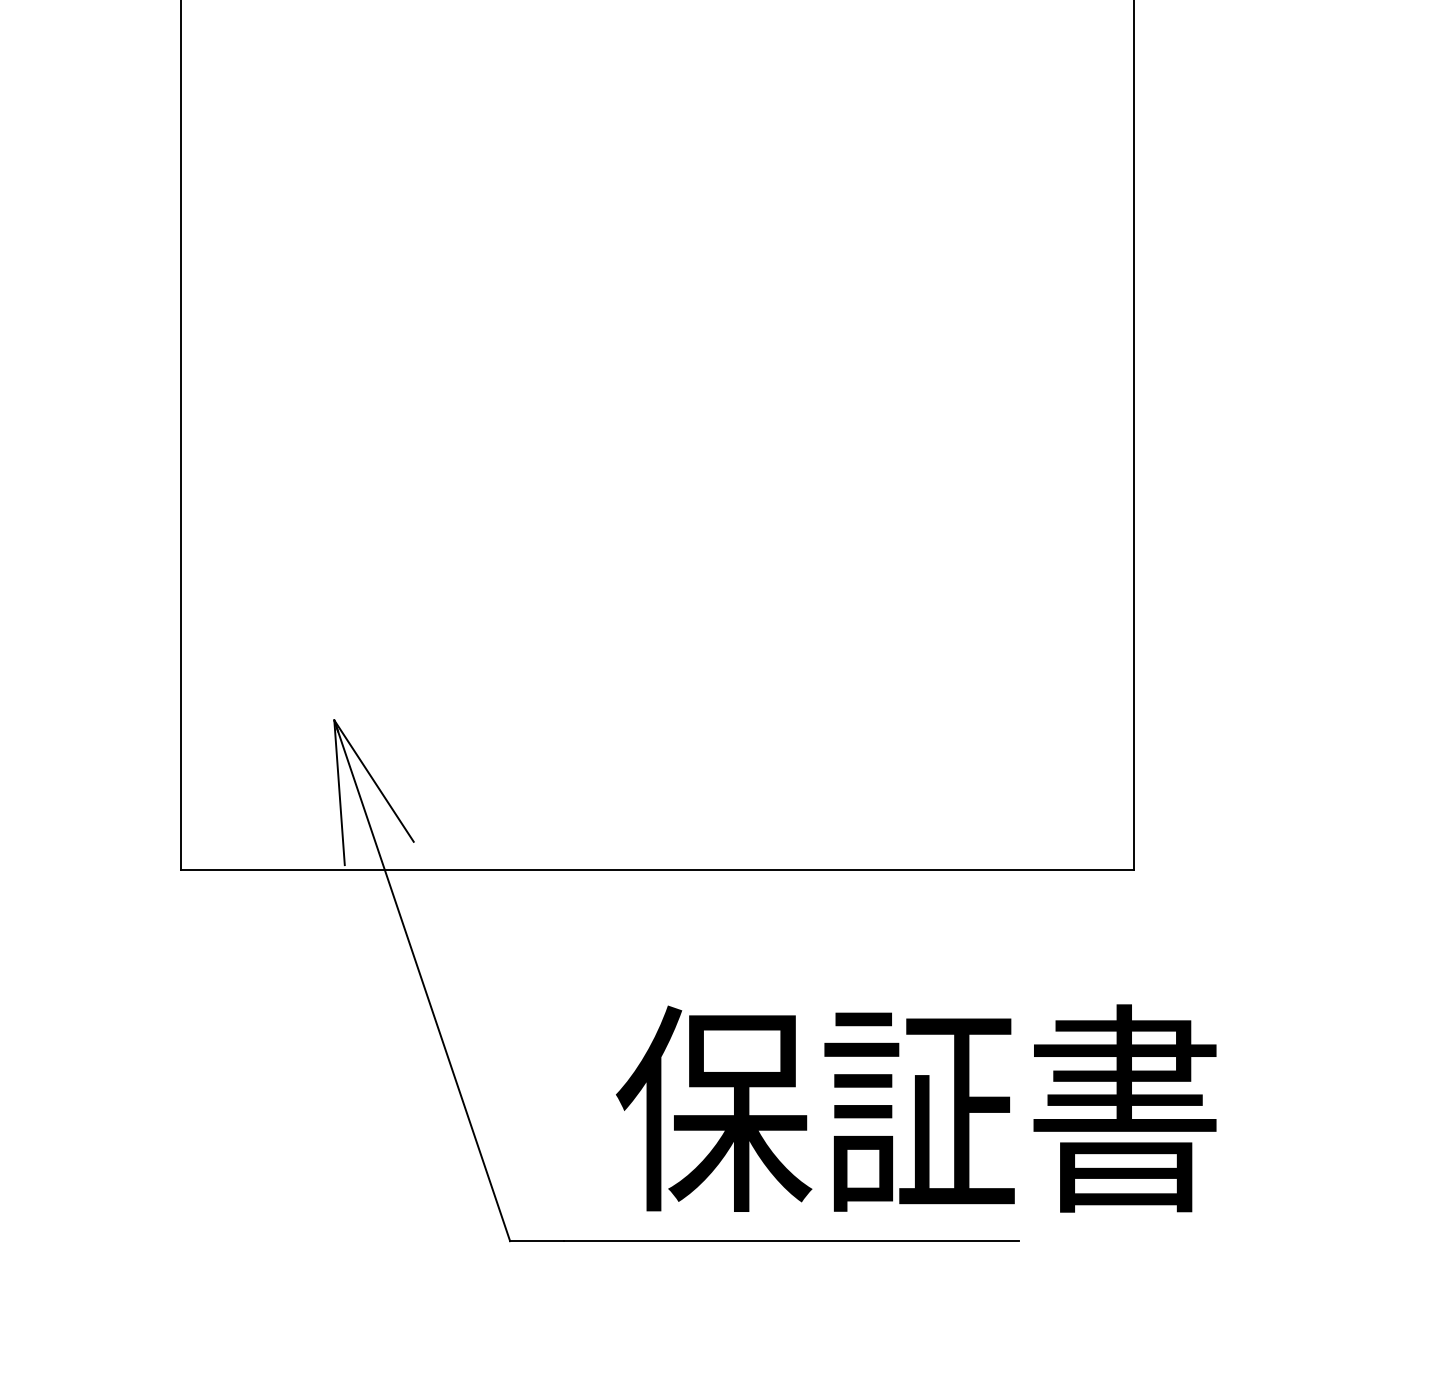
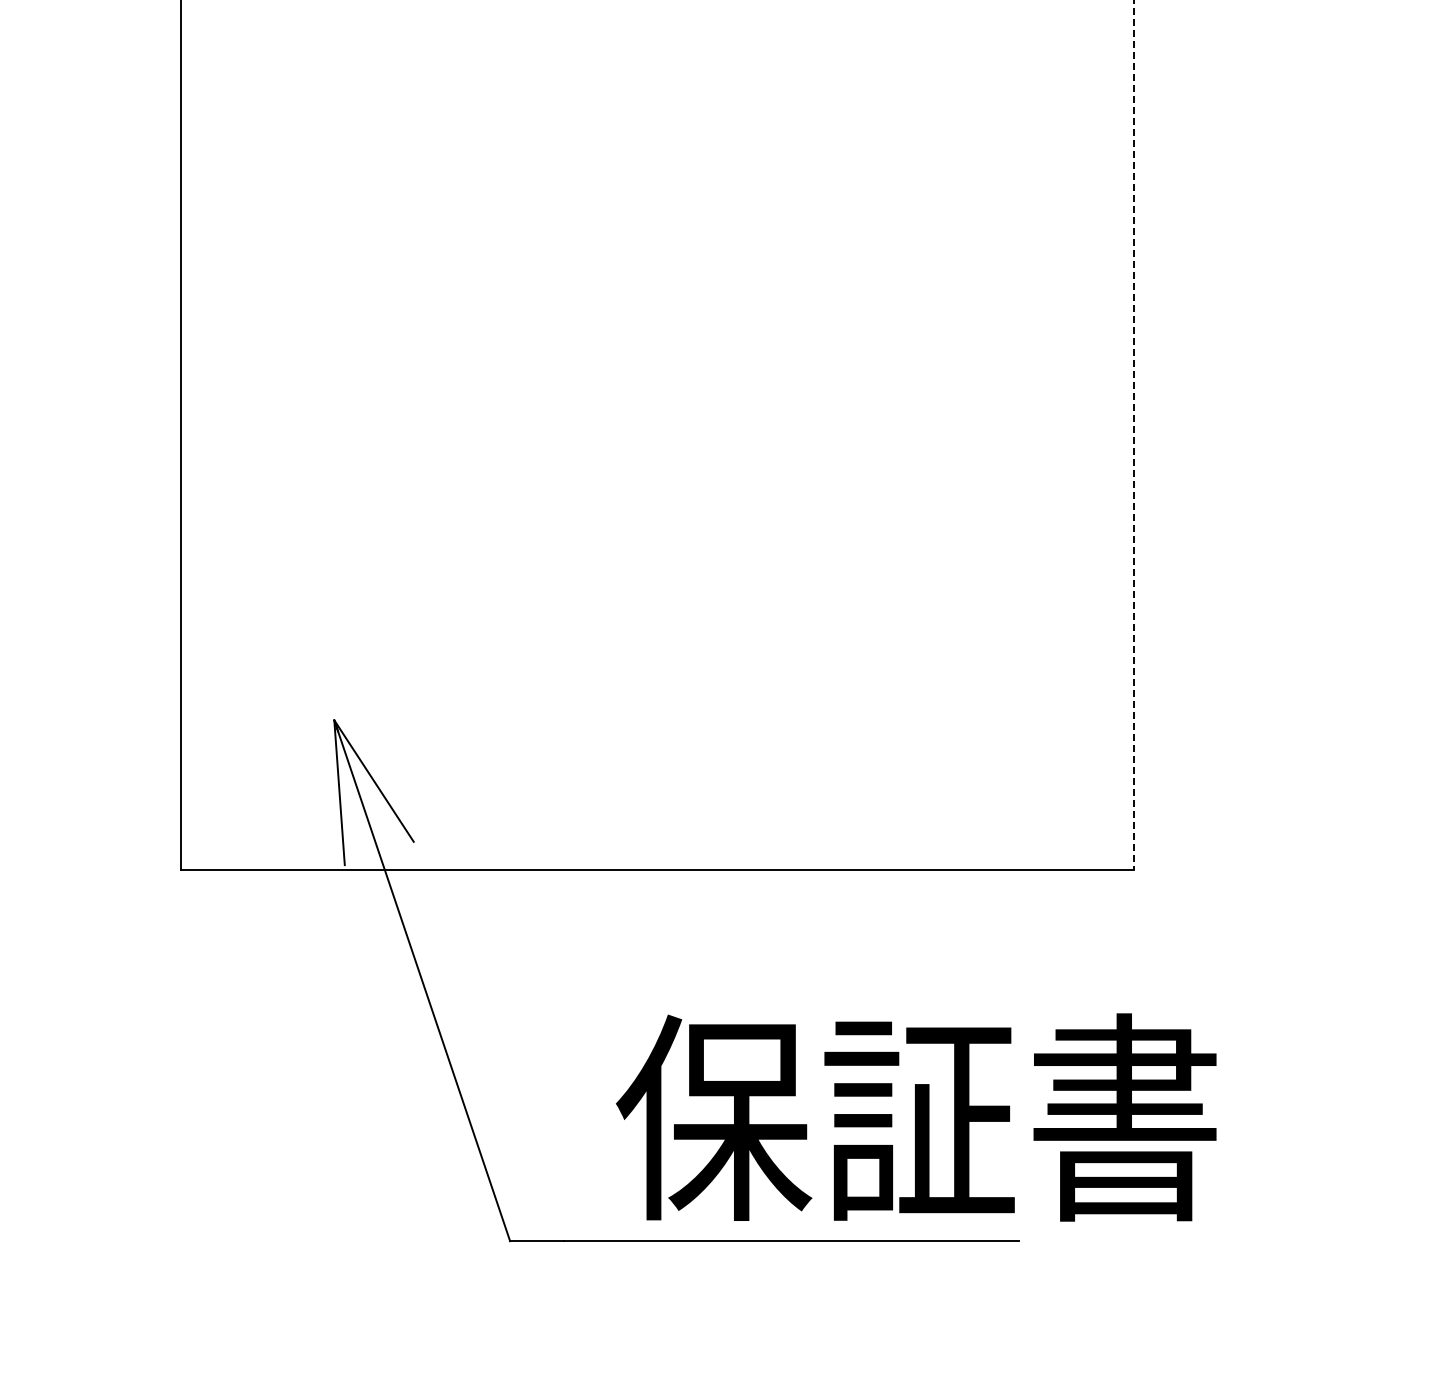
line at (1134, 435): solid -> dashed
text at (916, 1108) position: (916, 1108) -> (916, 1117)
